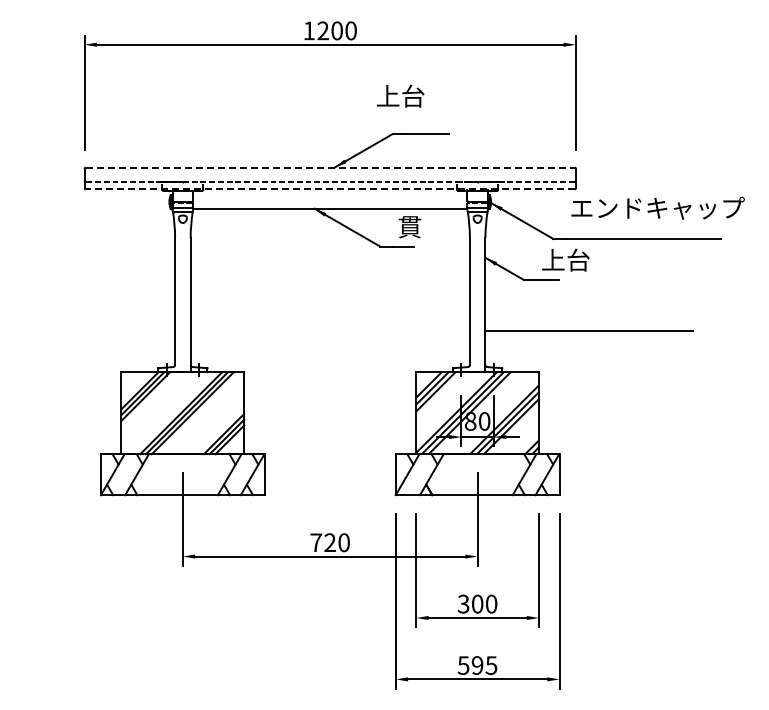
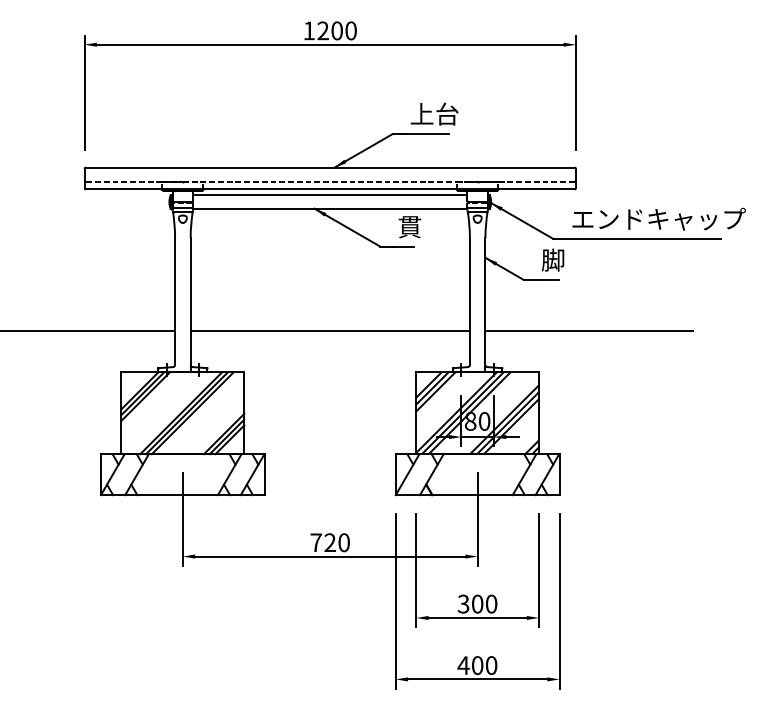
text at (400, 95) position: (400, 95) -> (434, 113)
line at (330, 167): dashed -> solid
line at (329, 189): dashed -> solid
line at (330, 195): none -> present
text at (657, 207) position: (657, 207) -> (658, 218)
text at (565, 259): 上台 -> 脚
line at (88, 331): none -> present
line at (330, 331): none -> present
text at (477, 665): 595 -> 400
